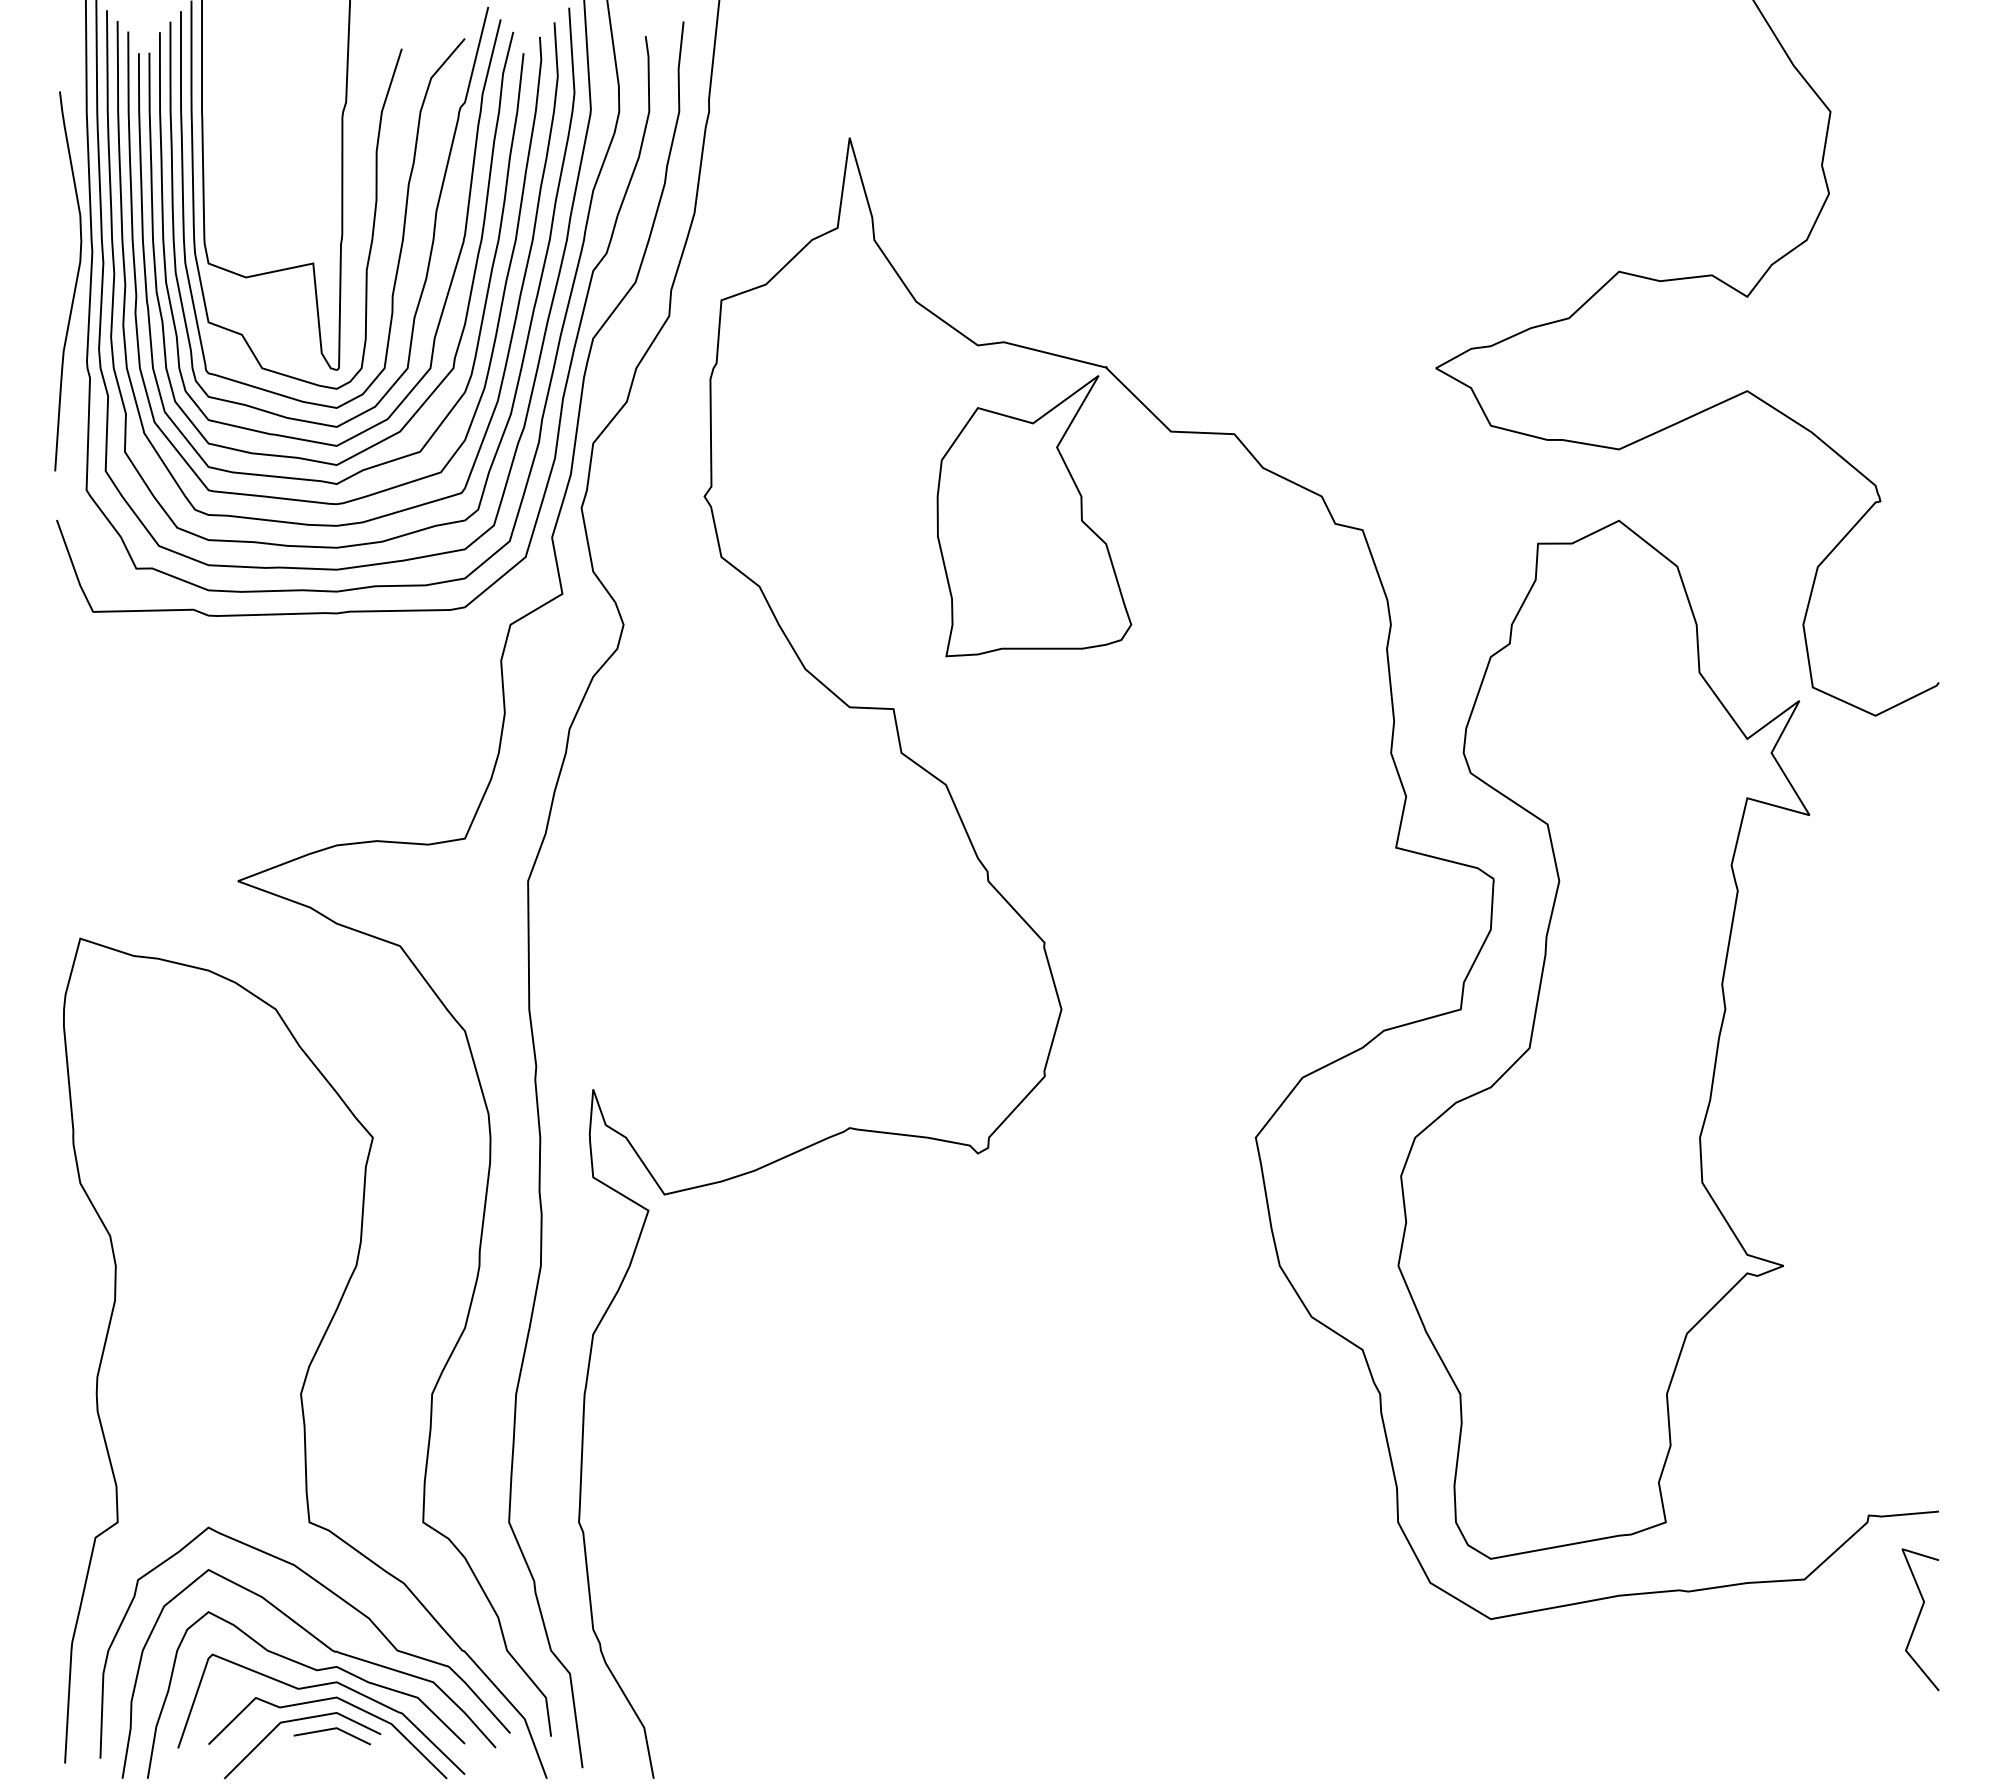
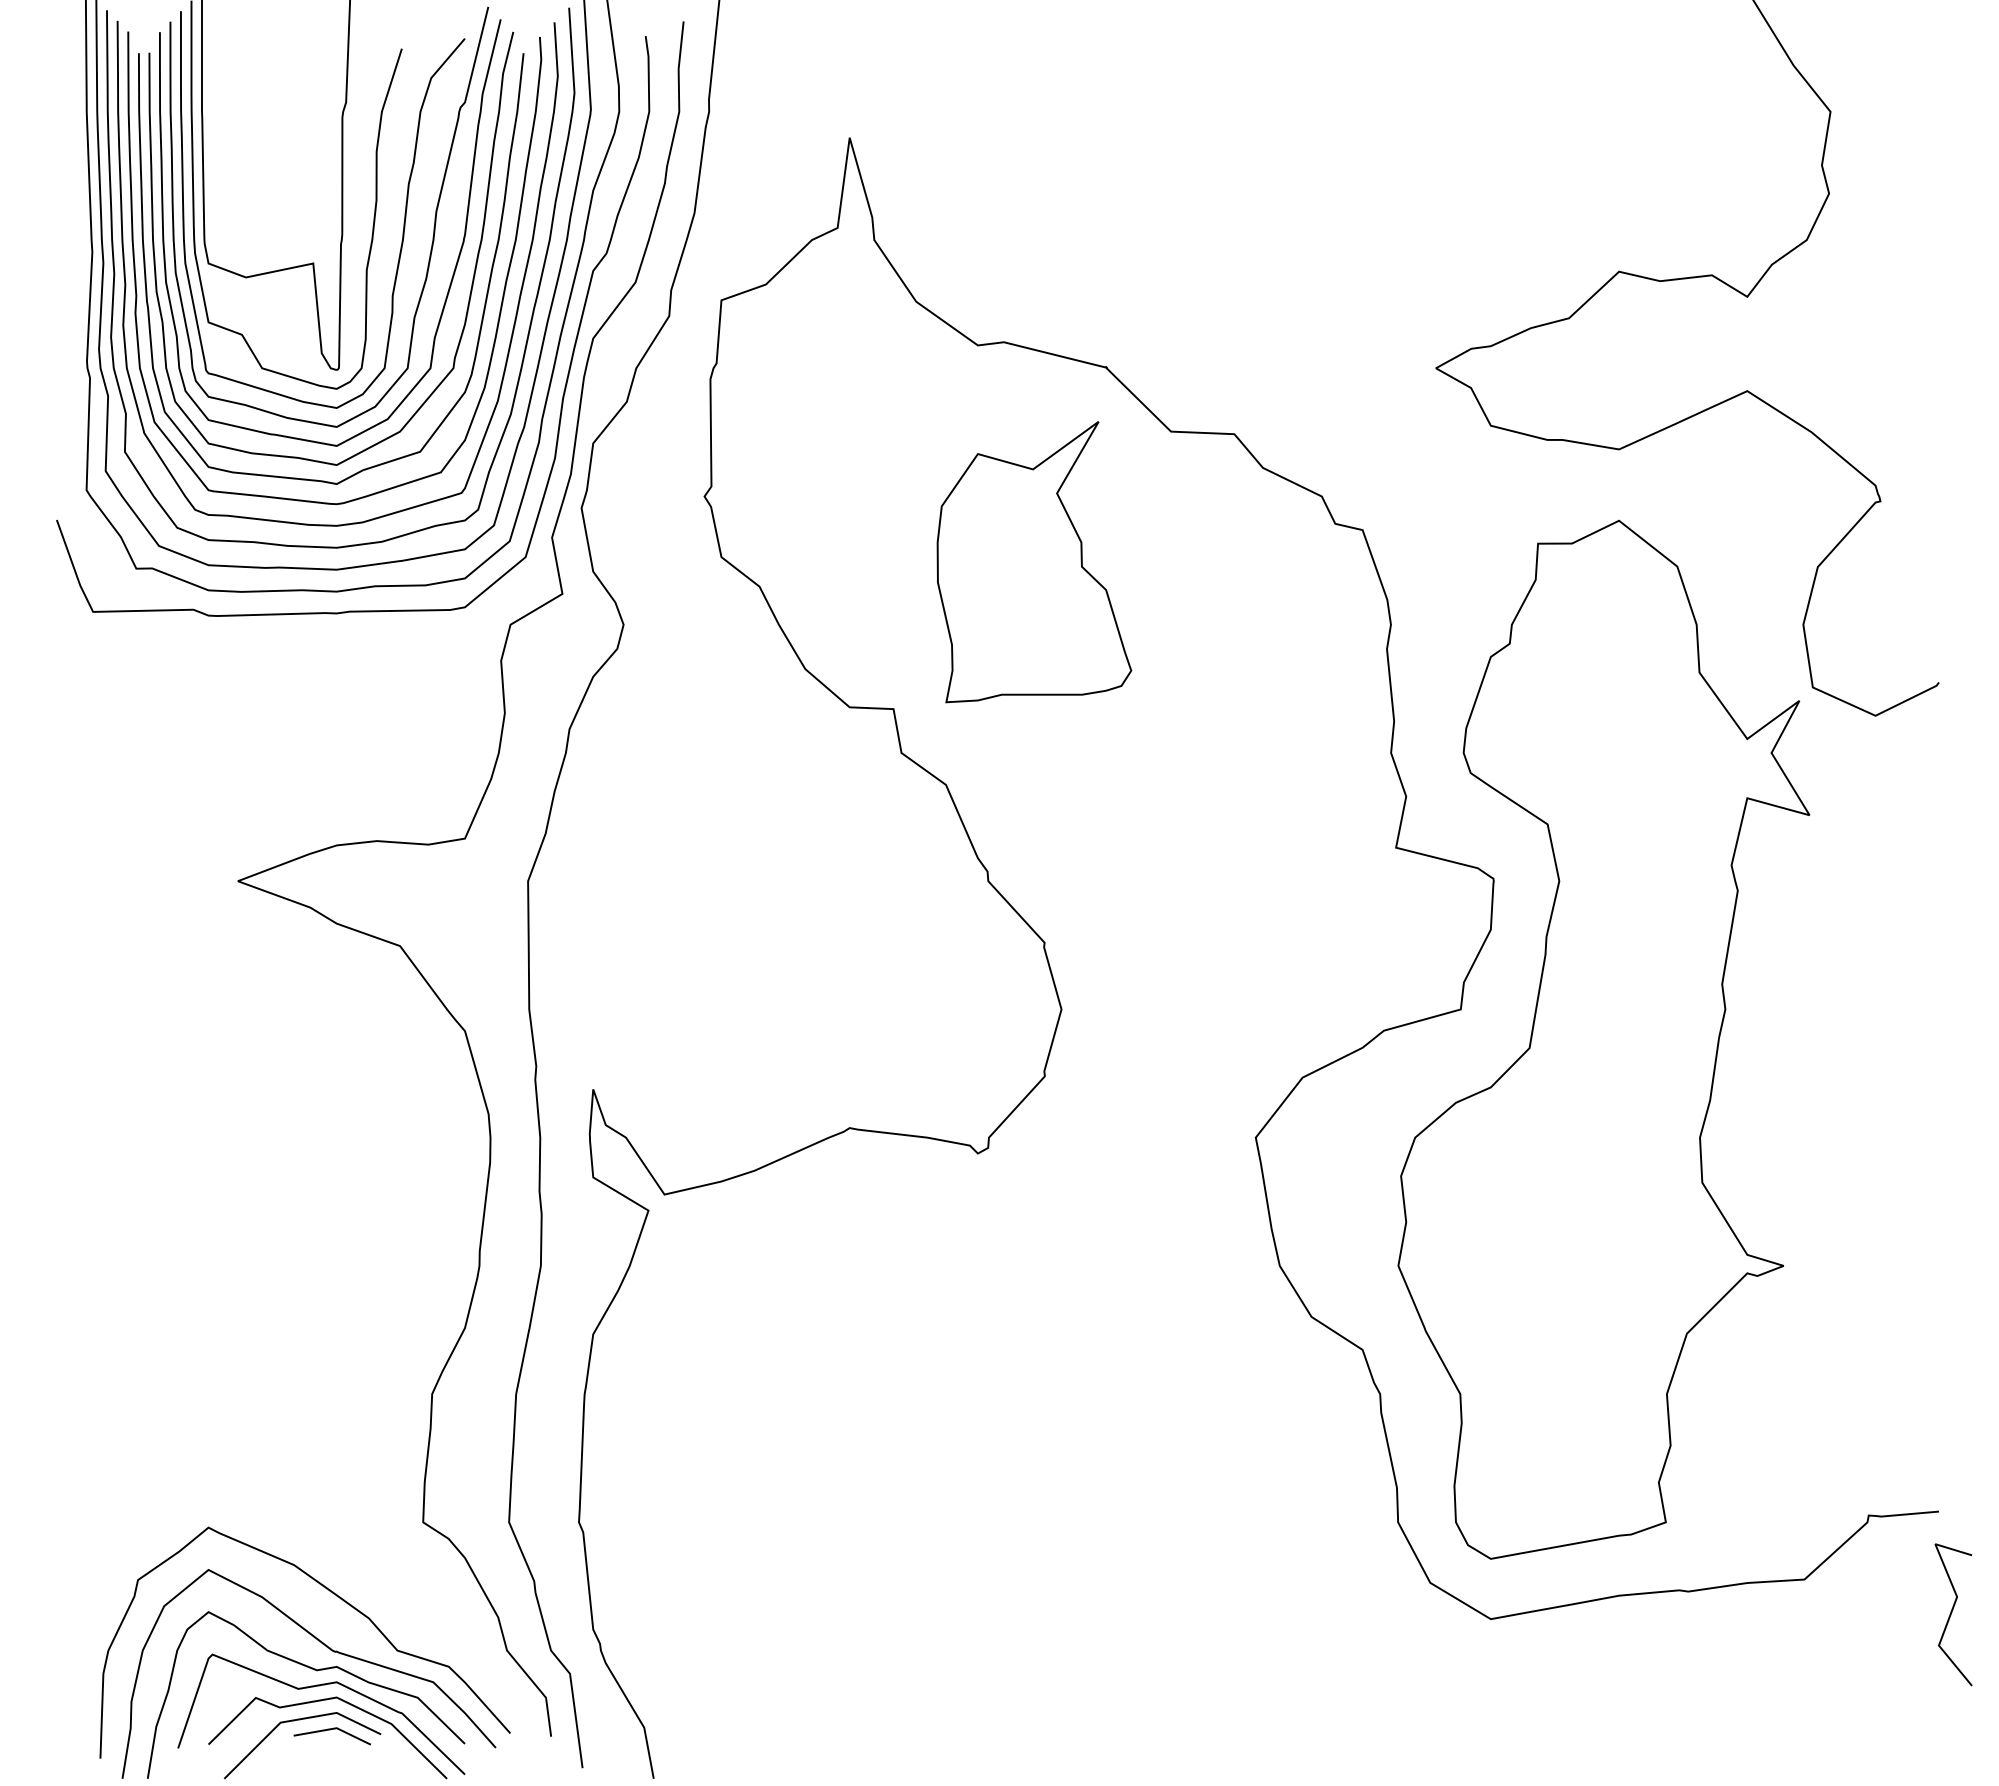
curve at (75, 281): present -> none
part at (1034, 516) position: (1034, 516) -> (1034, 562)
curve at (311, 1359): present -> none
line at (1918, 1619) position: (1918, 1619) -> (1951, 1614)
